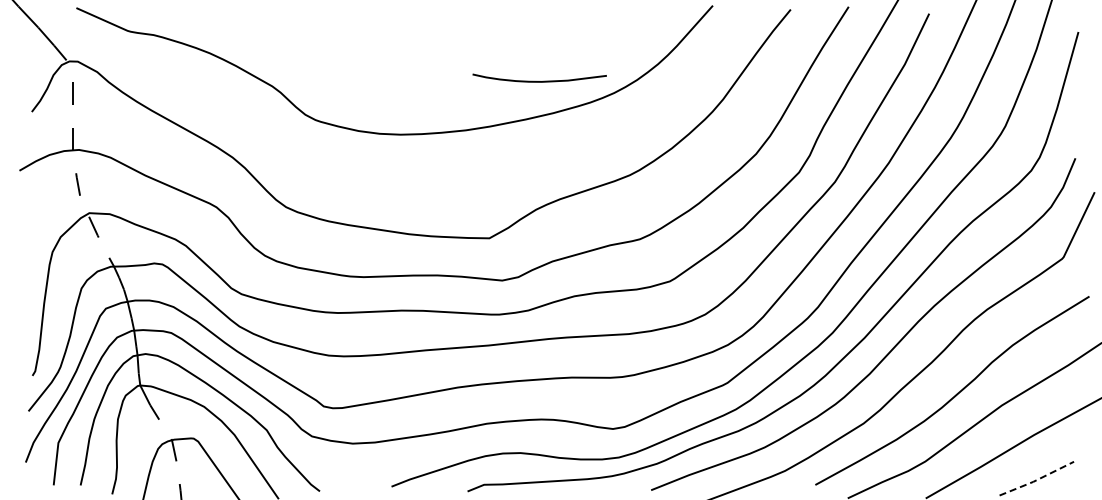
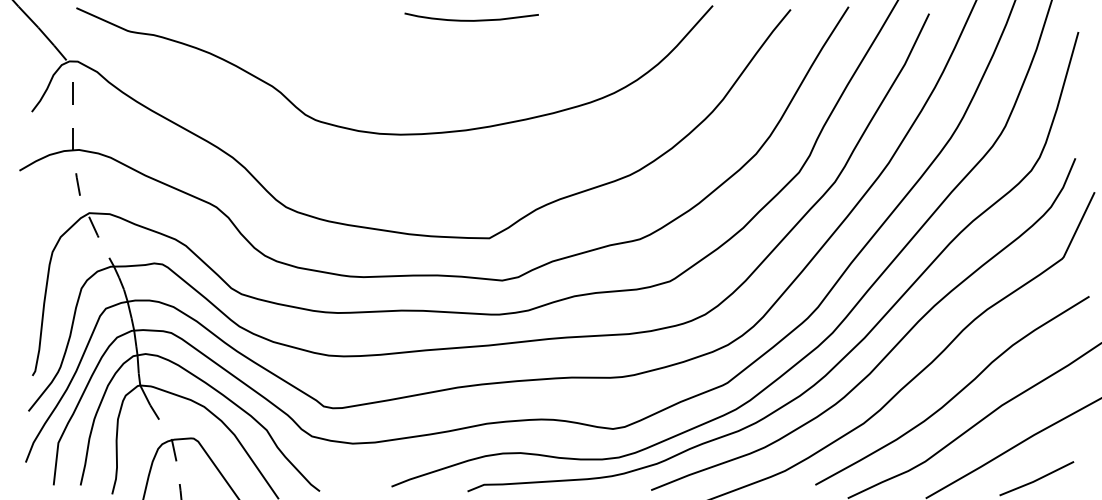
curve at (539, 81) position: (539, 81) -> (471, 20)
line at (1036, 480): dashed -> solid
